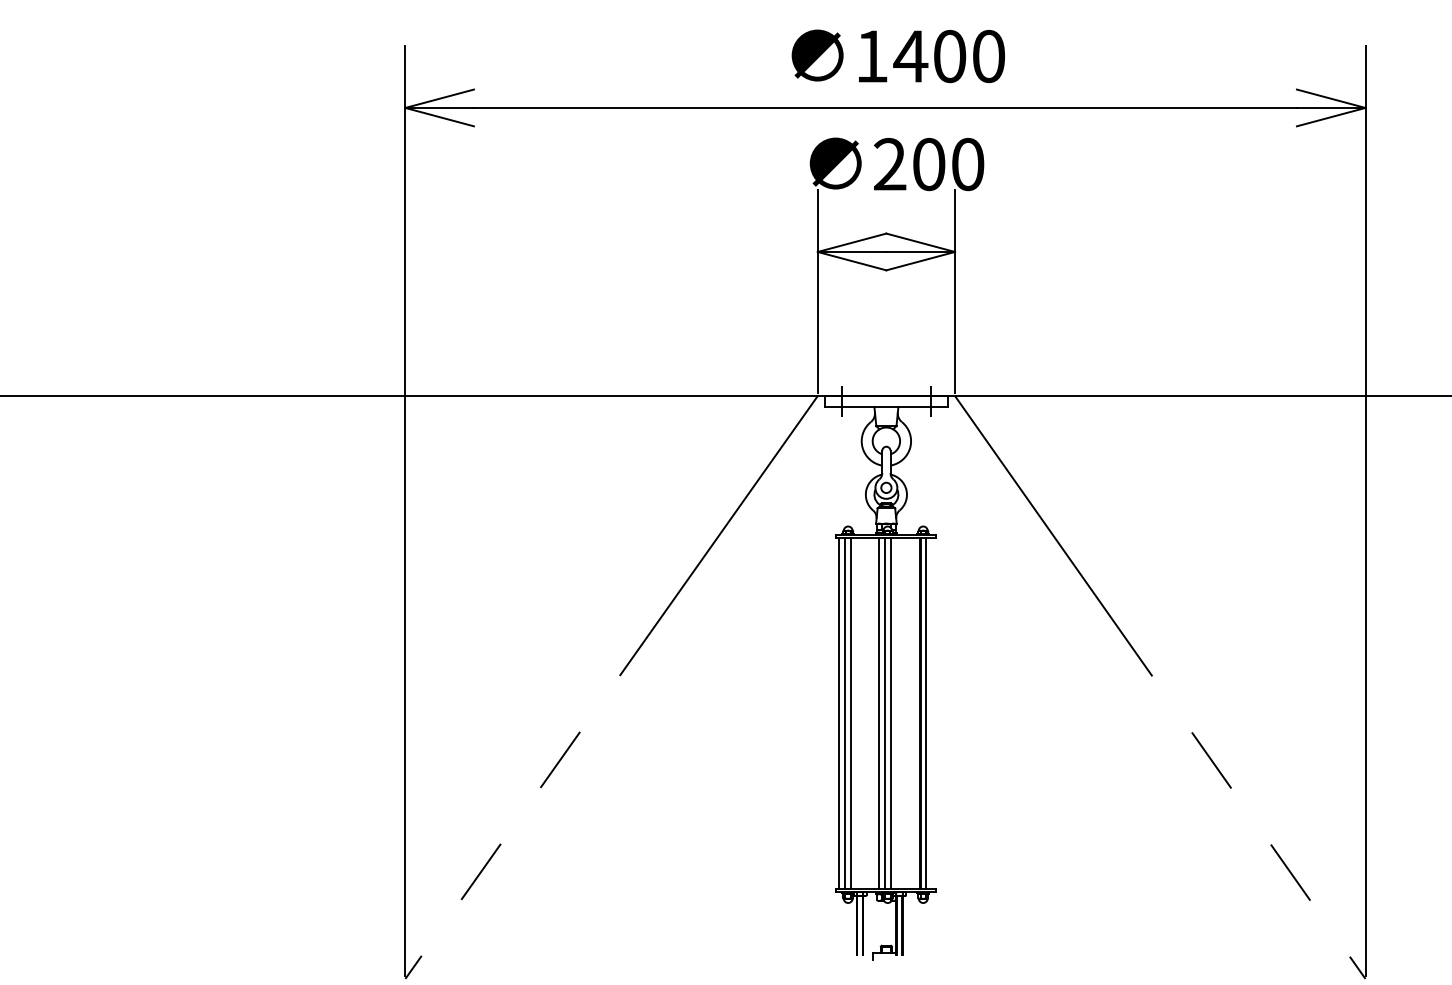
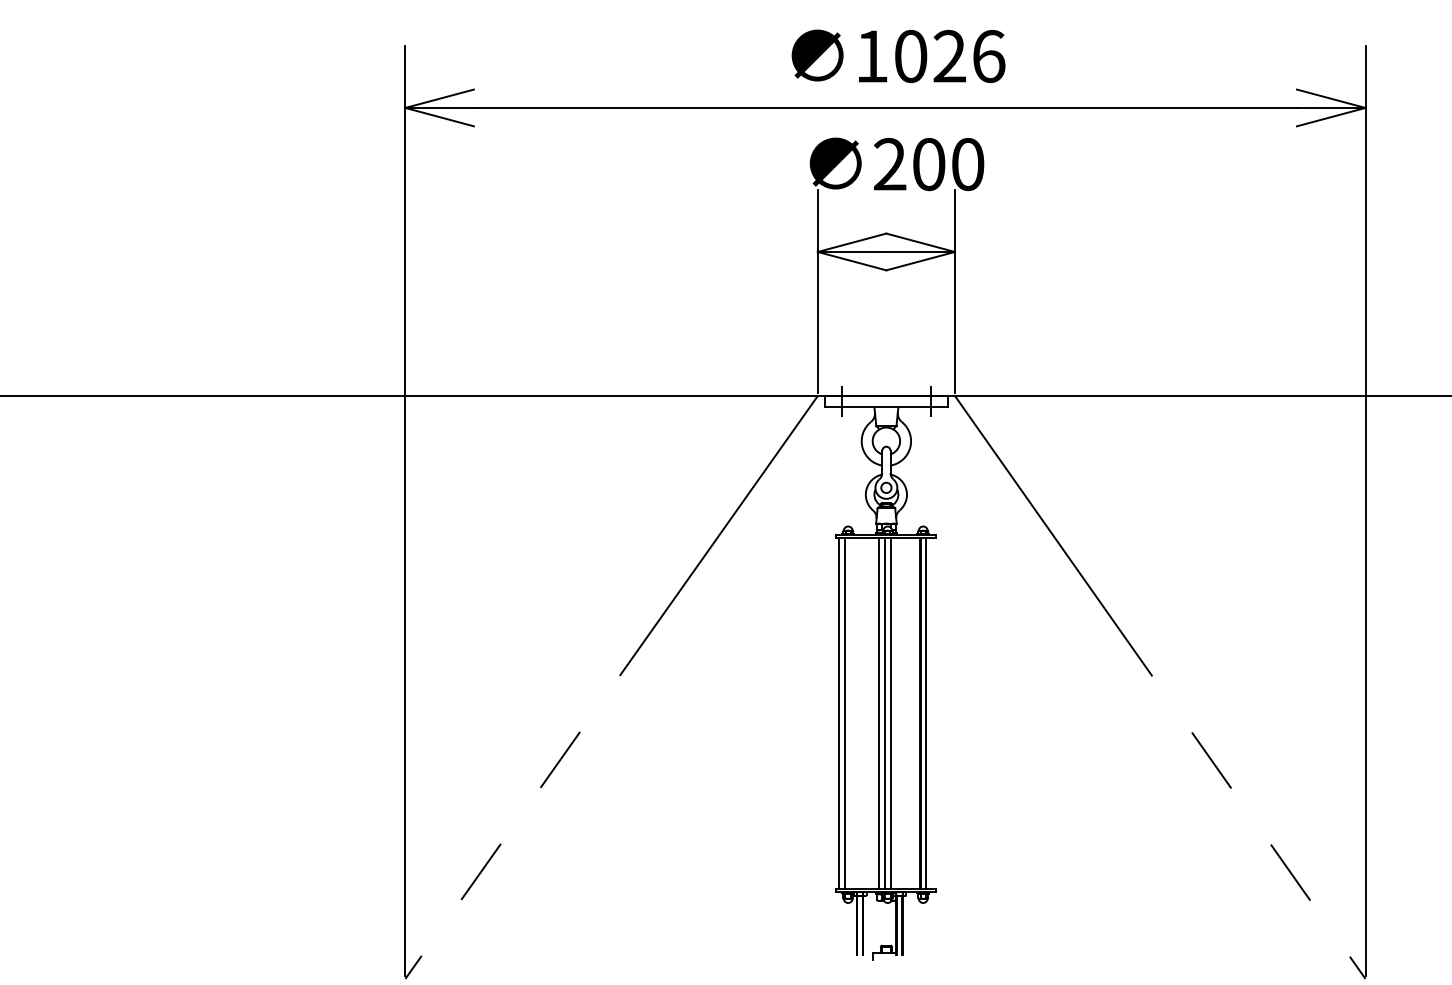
text at (949, 56): 1400 -> 1026
line at (850, 713): present -> none
